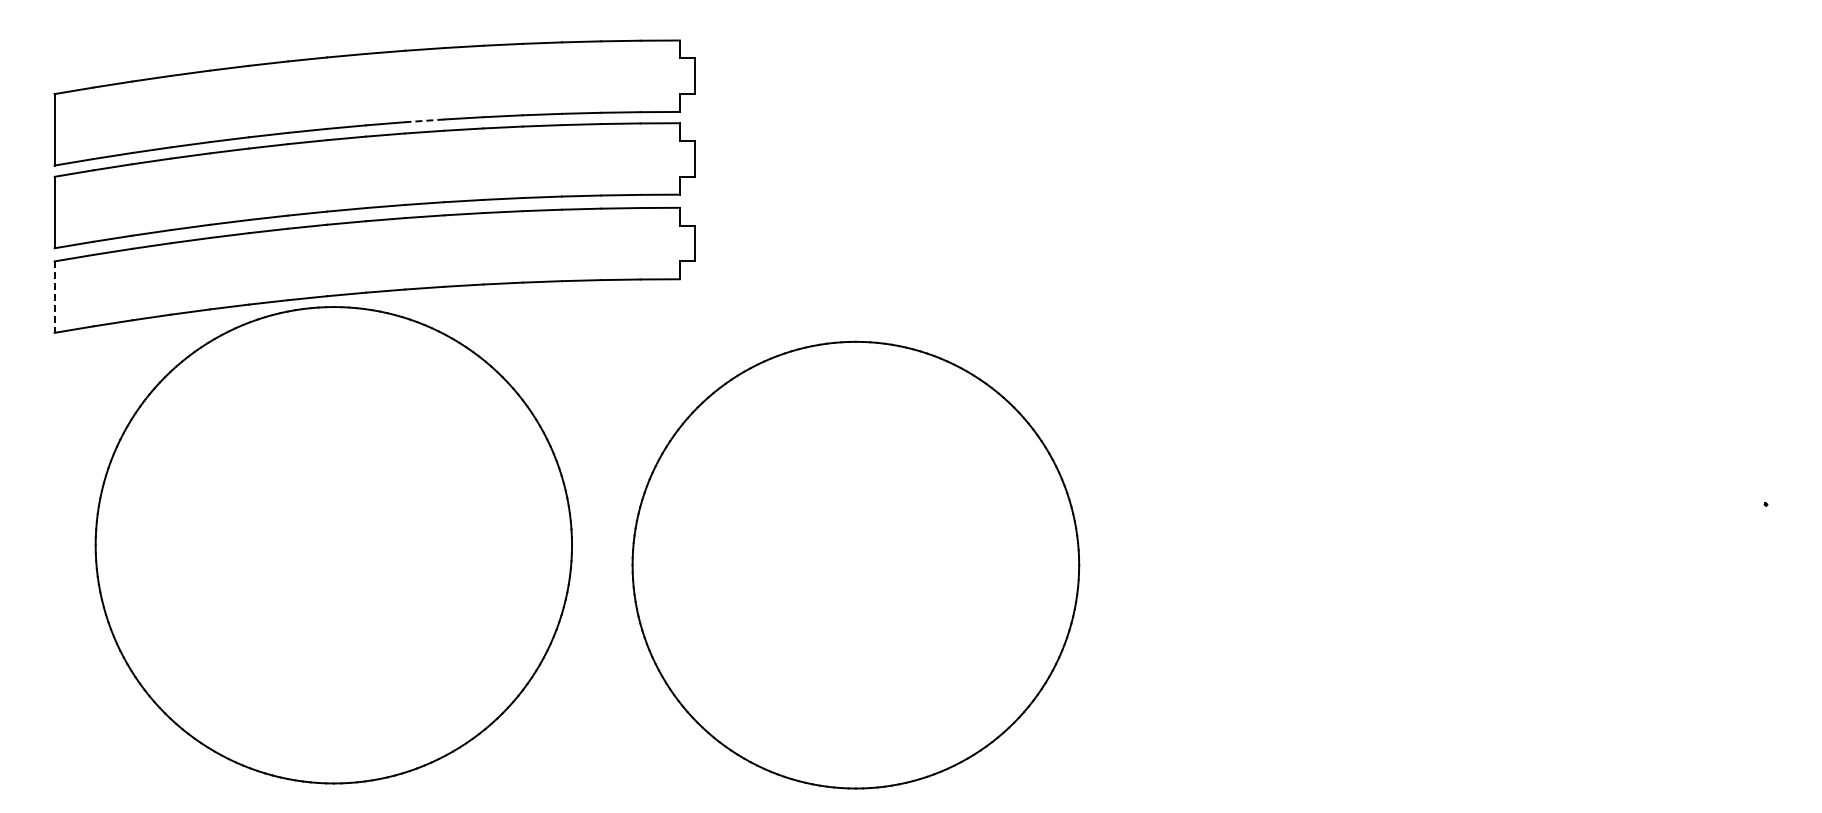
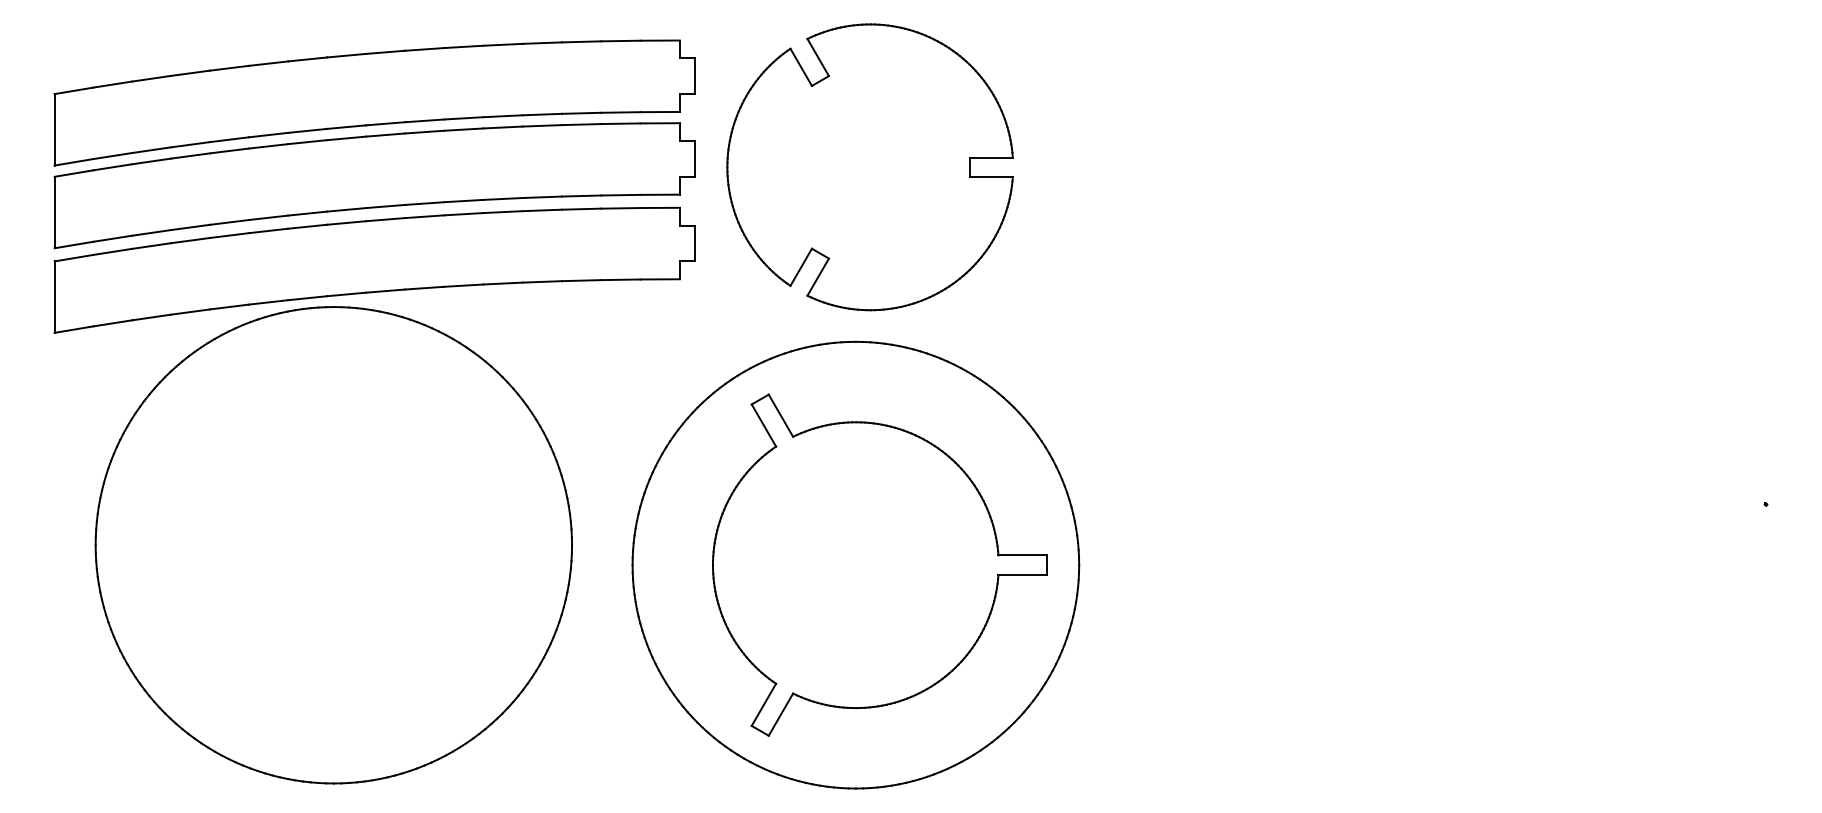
line at (424, 120): dashed -> solid
part at (869, 167): none -> present
line at (54, 297): dashed -> solid
part at (879, 564): none -> present
